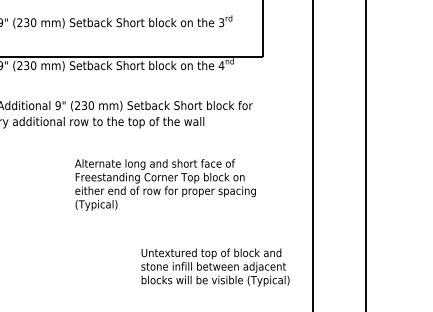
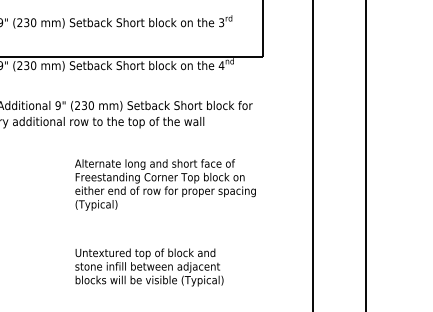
text at (215, 267) position: (215, 267) -> (149, 267)
